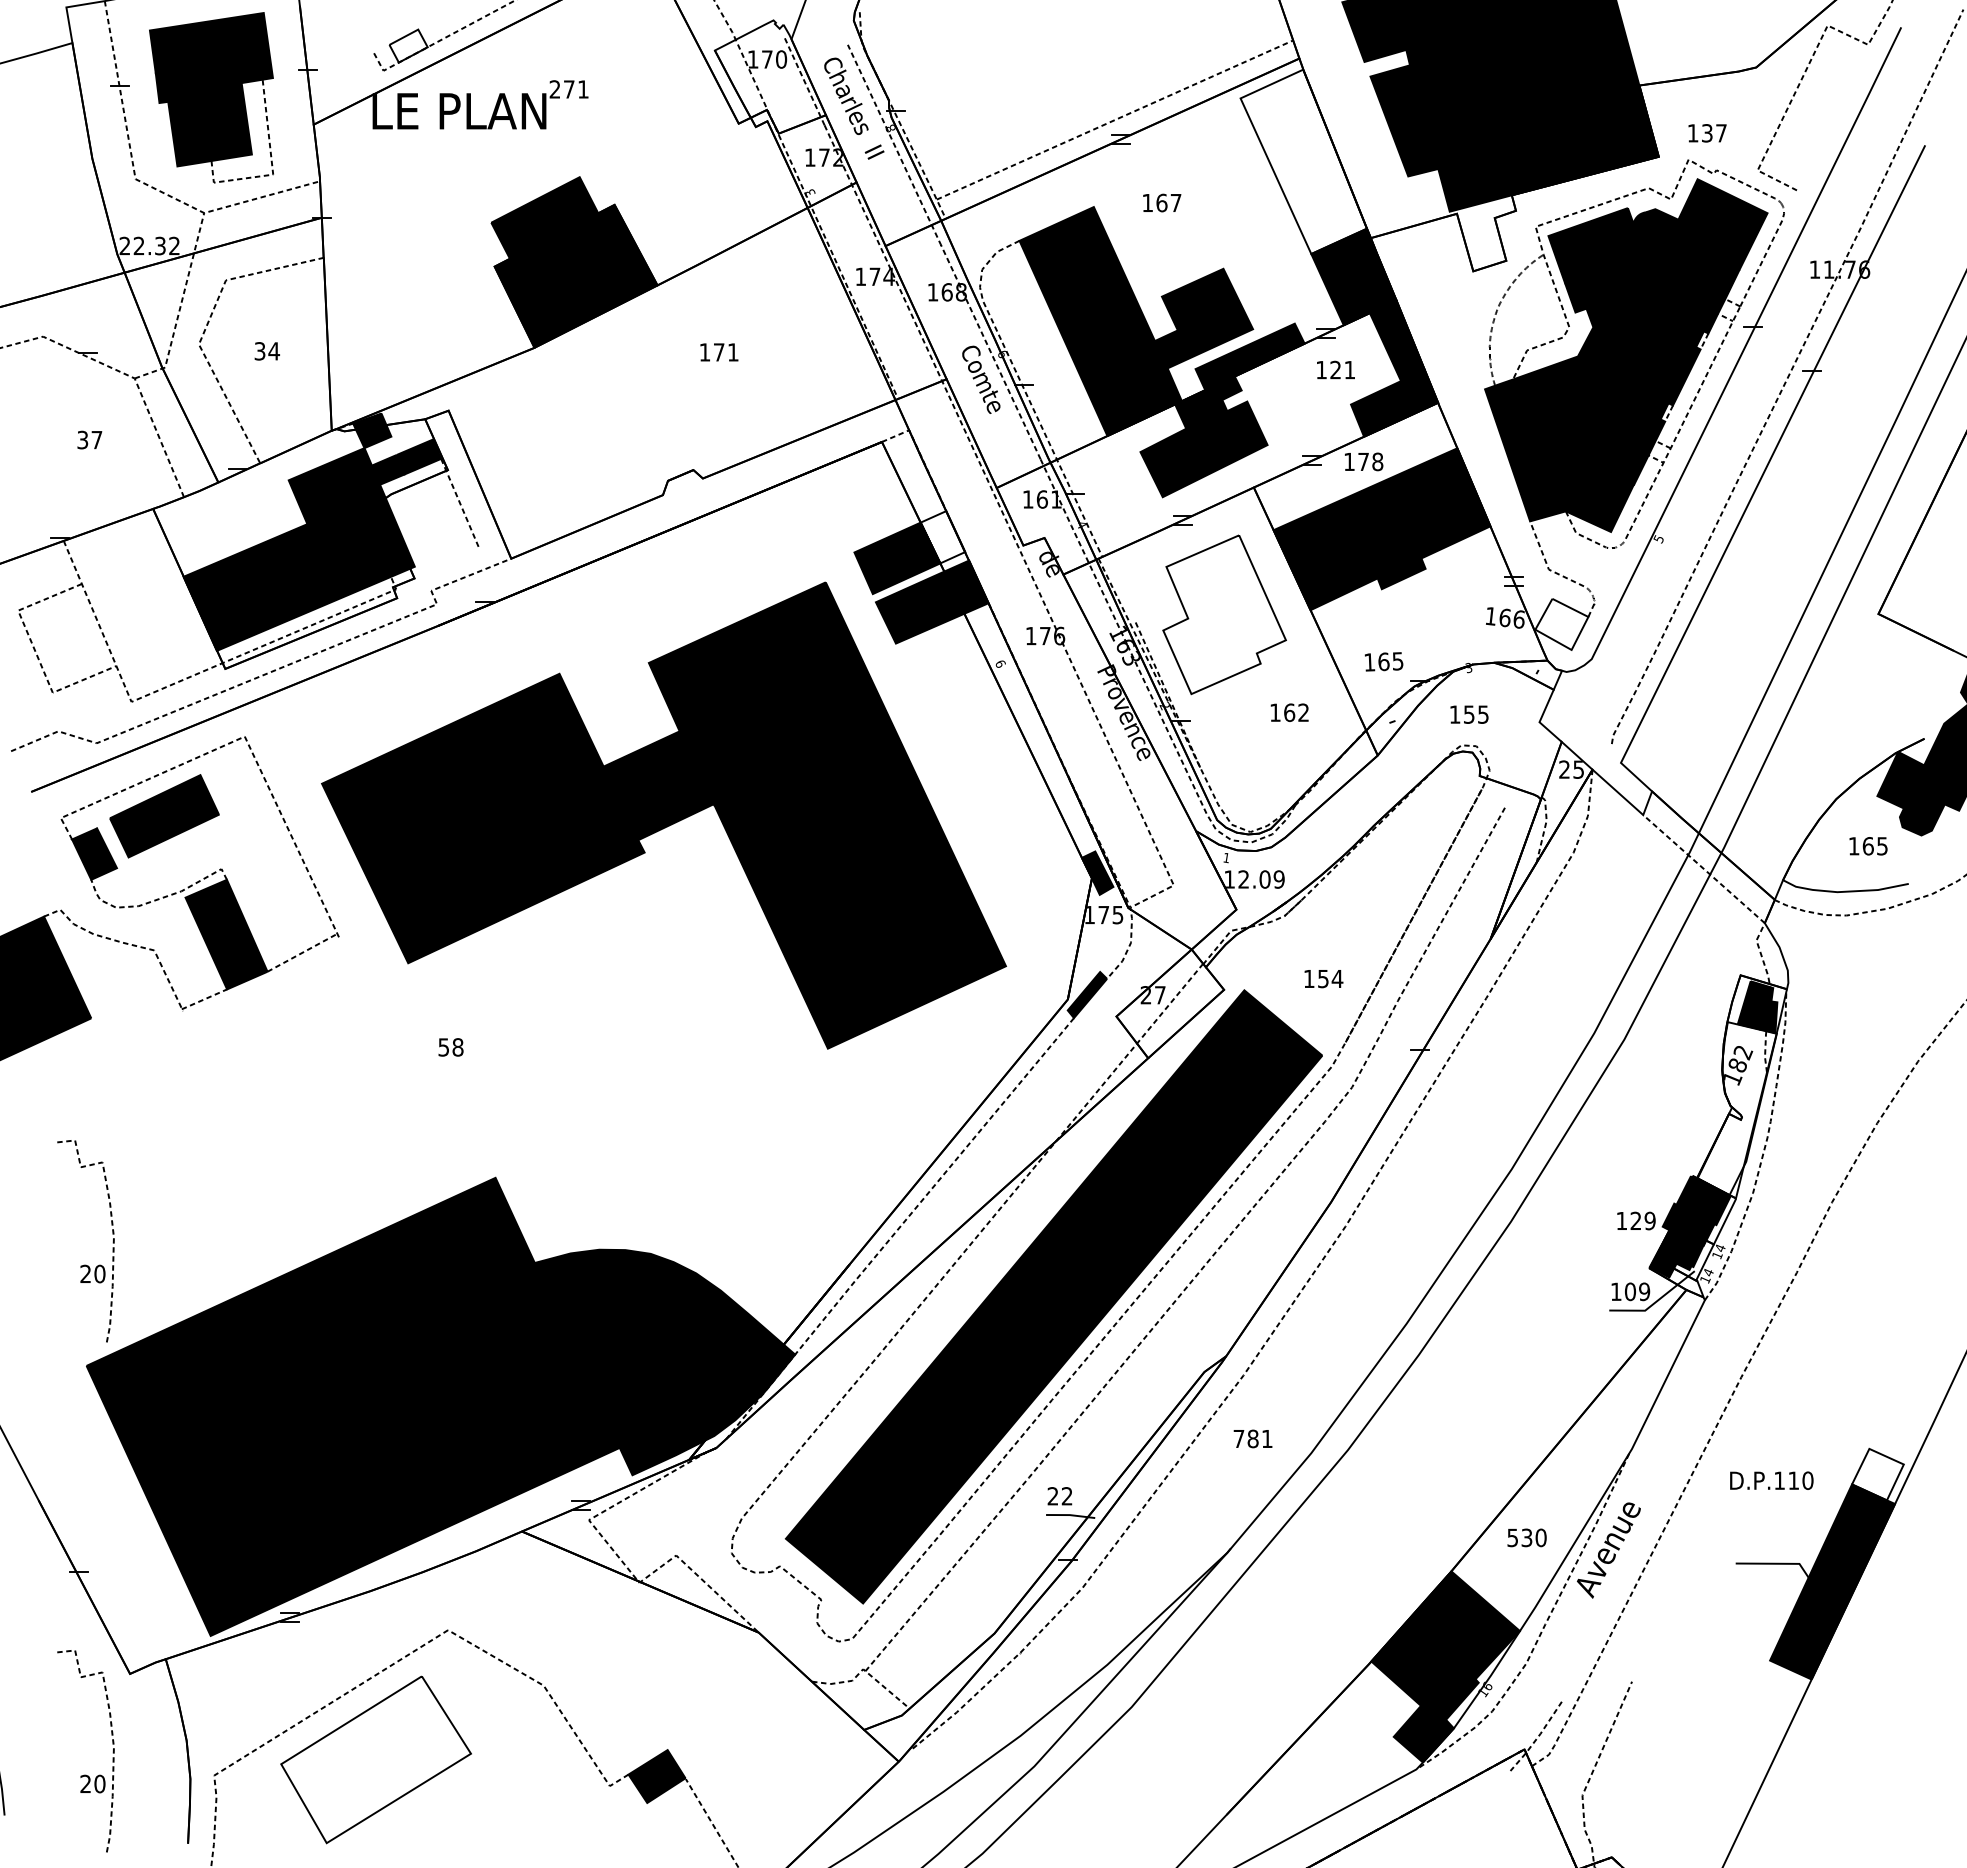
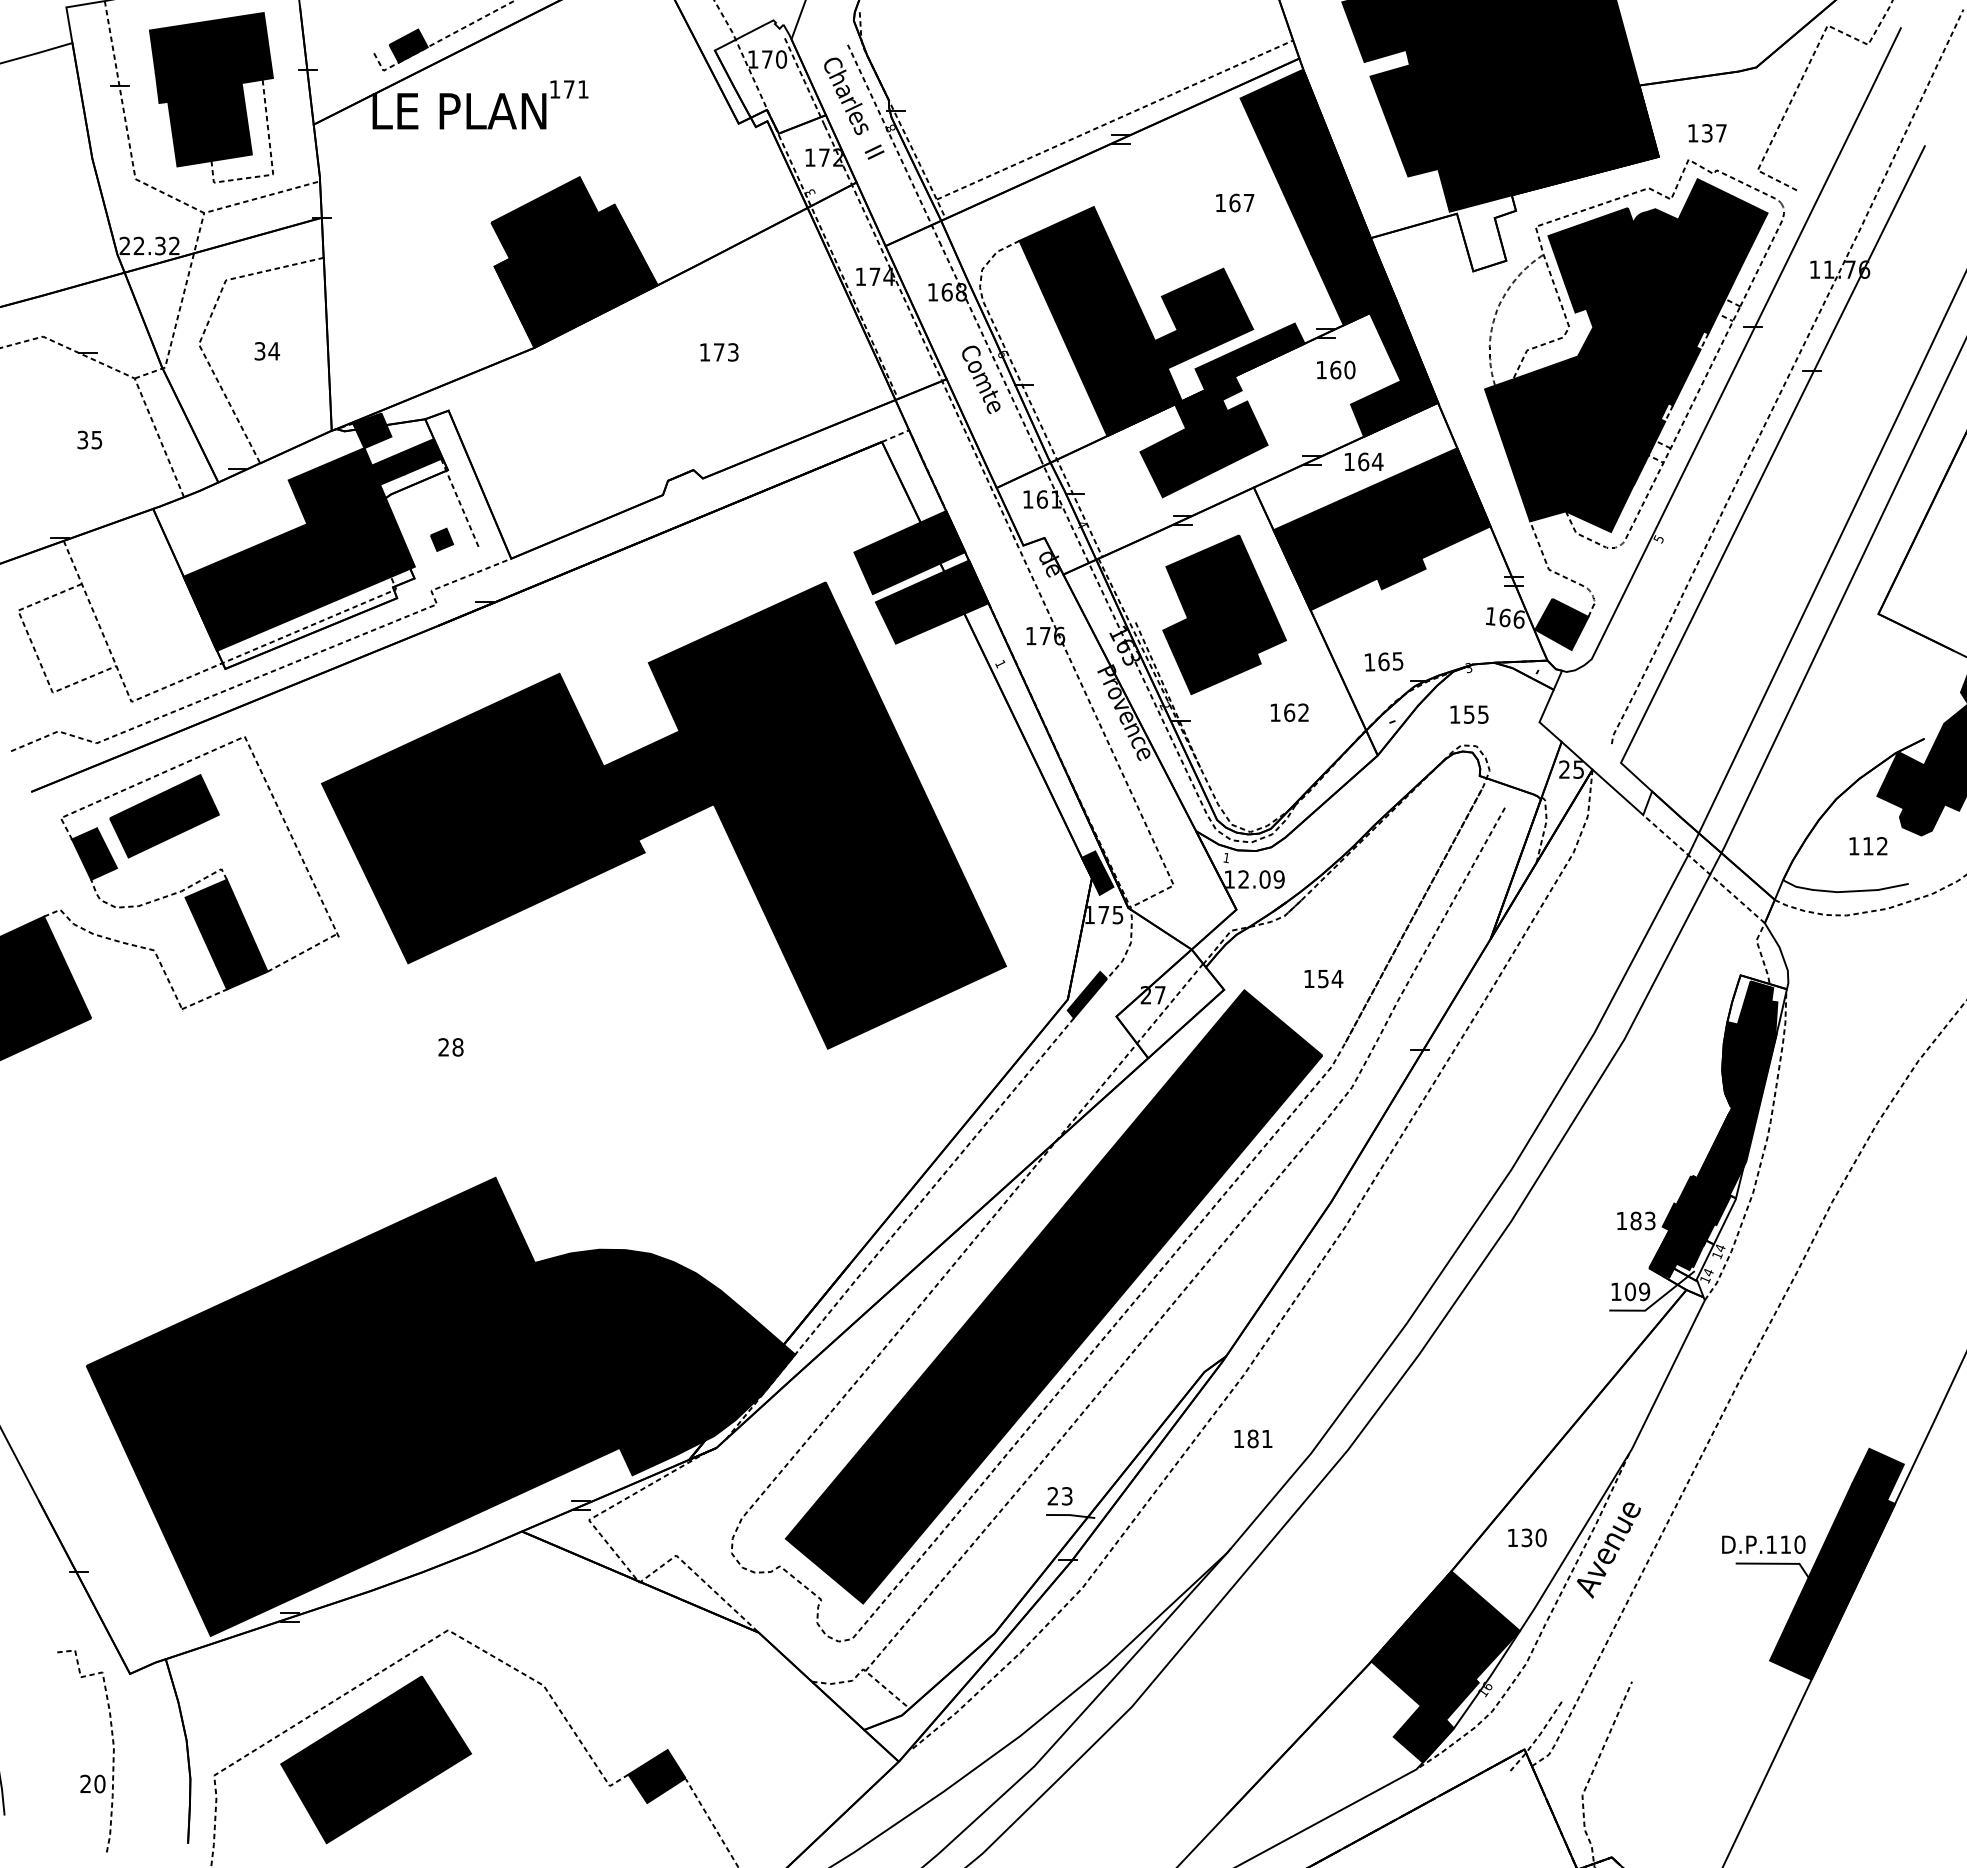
fill at (408, 45): none -> present
text at (554, 89): 271 -> 171
fill at (1303, 161): none -> present
text at (1162, 202) position: (1162, 202) -> (1235, 202)
text at (733, 352): 171 -> 173
text at (1342, 369): 121 -> 160
text at (96, 440): 37 -> 35
text at (1370, 461): 178 -> 164
fill at (942, 537): none -> present
part at (442, 539): none -> present
fill at (1224, 614): none -> present
fill at (1561, 624): none -> present
text at (1000, 664): 6 -> 1
text at (1874, 846): 165 -> 112
text at (443, 1047): 58 -> 28
fill at (1736, 1108): none -> present
text at (1642, 1220): 129 -> 183
part at (85, 1264): present -> none
text at (1238, 1438): 781 -> 181
fill at (1877, 1474): none -> present
text at (1771, 1480) position: (1771, 1480) -> (1763, 1544)
text at (1067, 1496): 22 -> 23
text at (1512, 1537): 530 -> 130
fill at (376, 1759): none -> present
